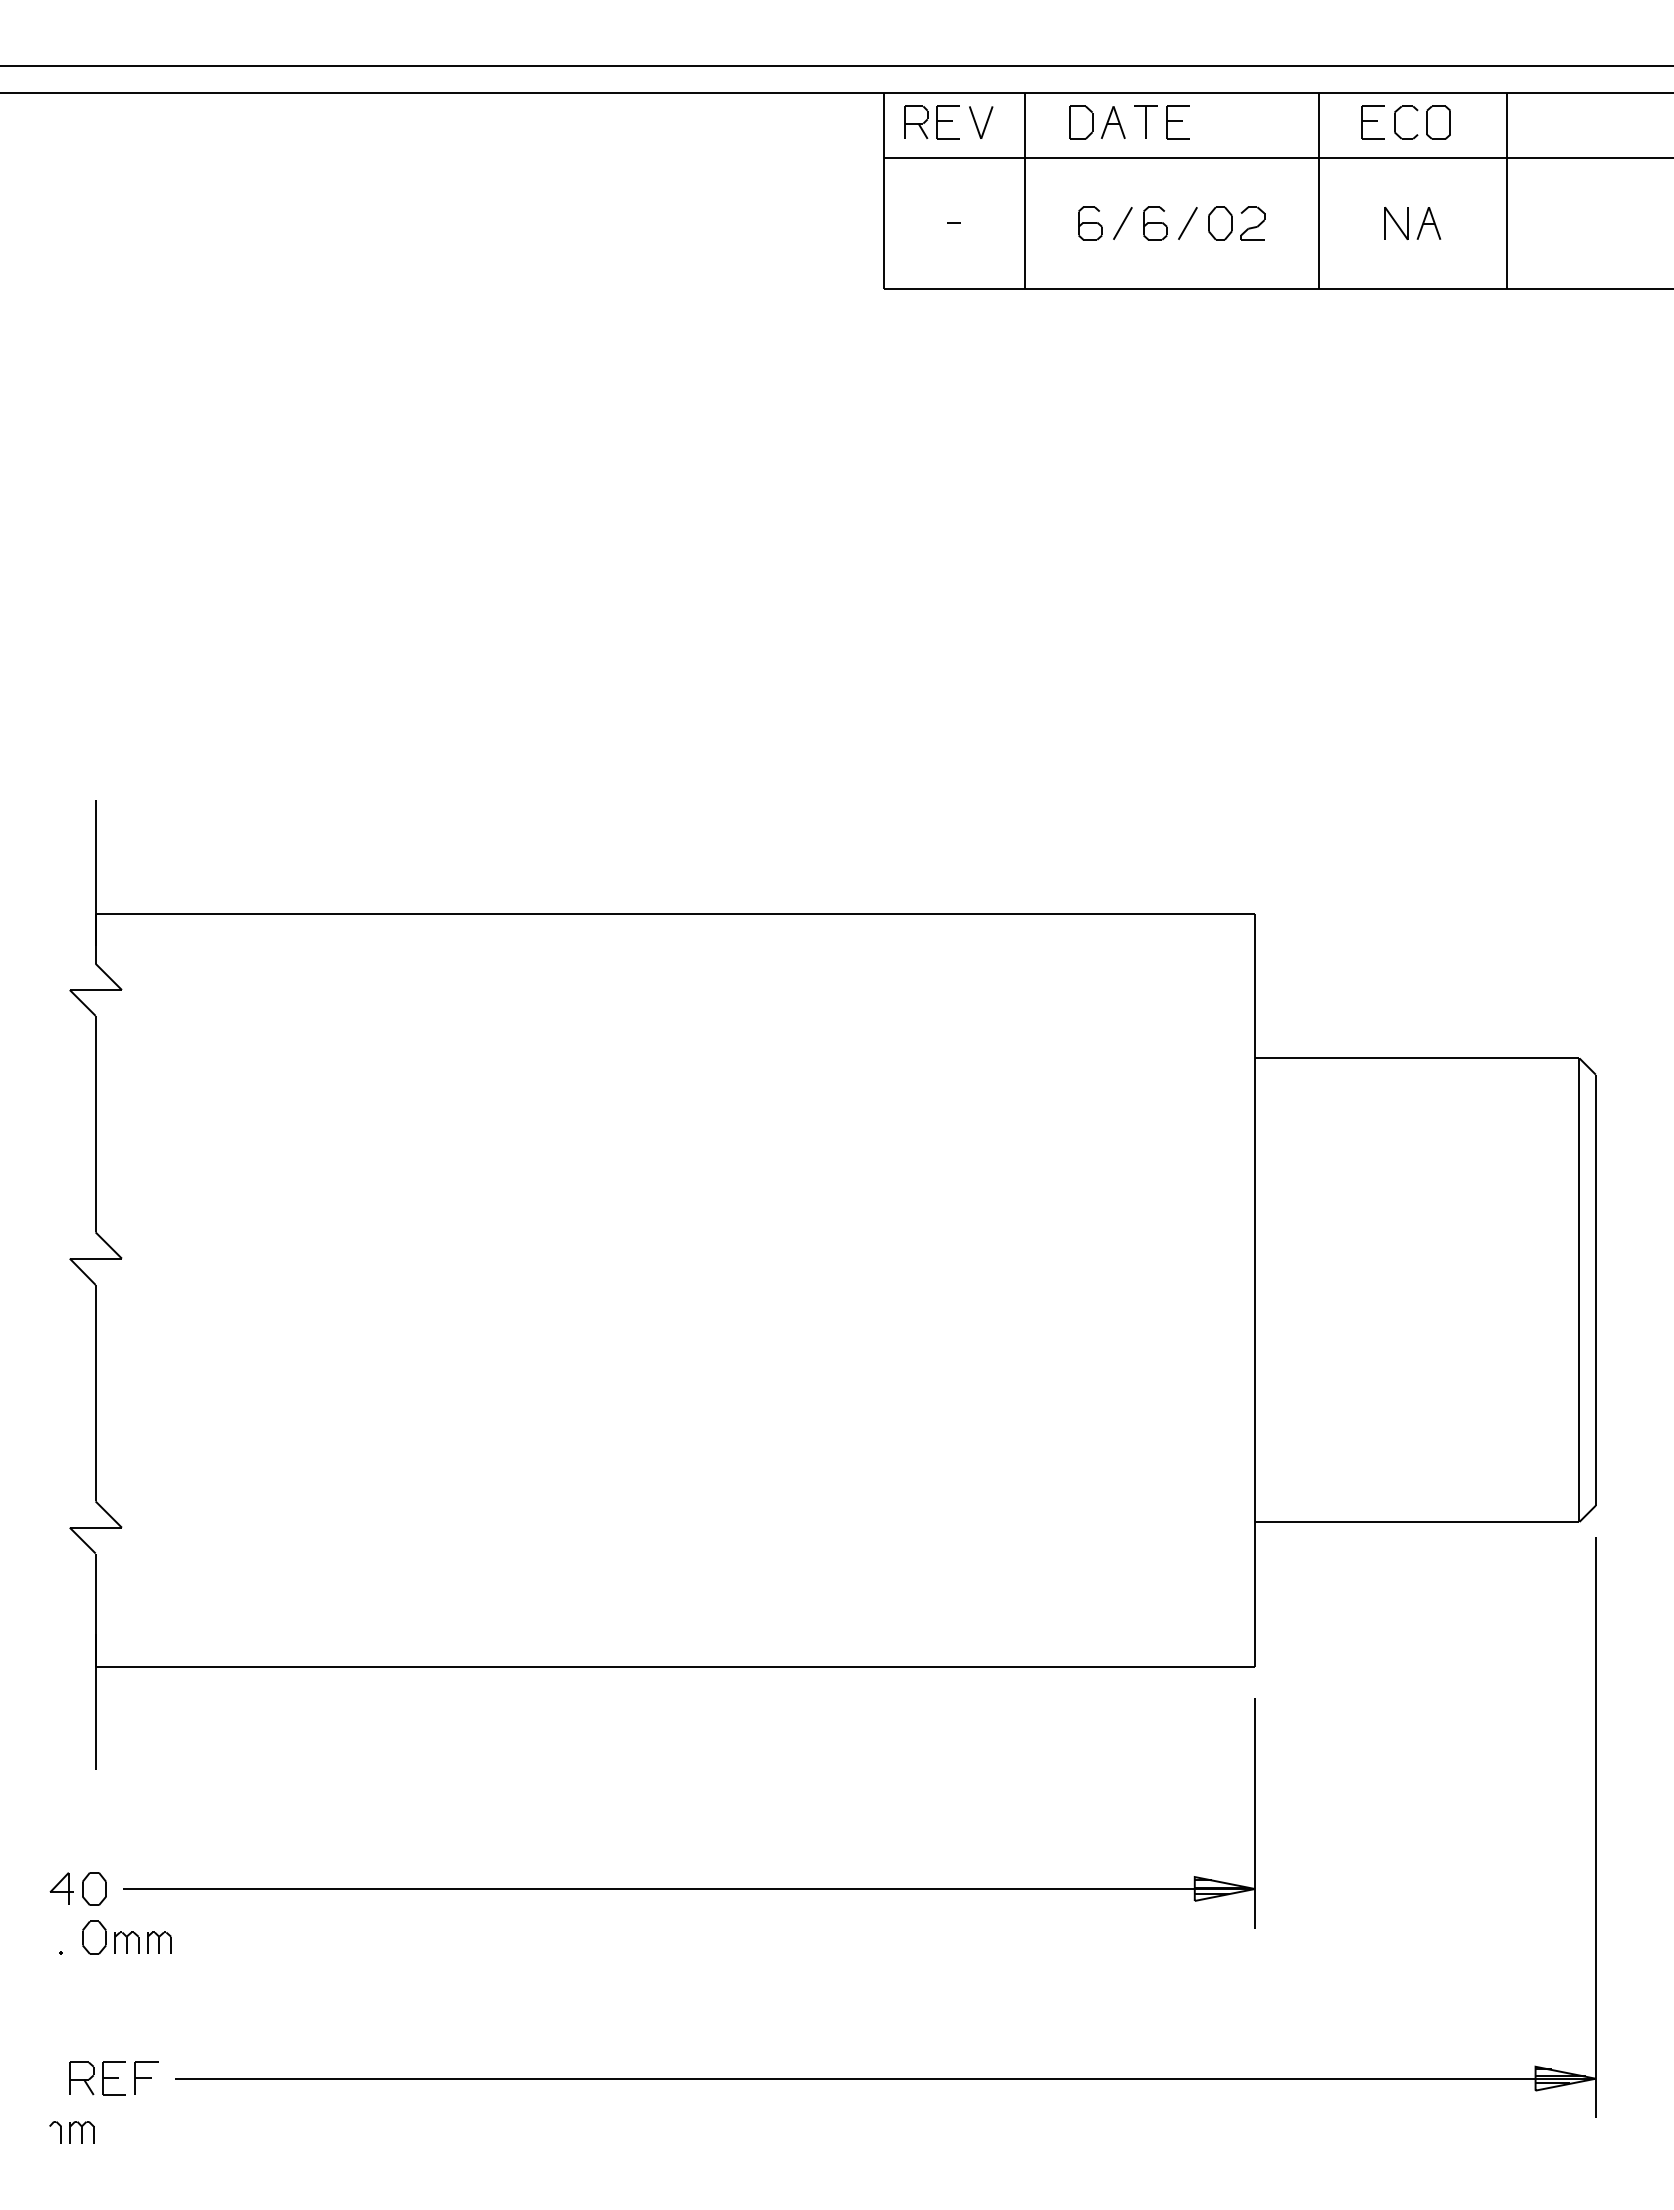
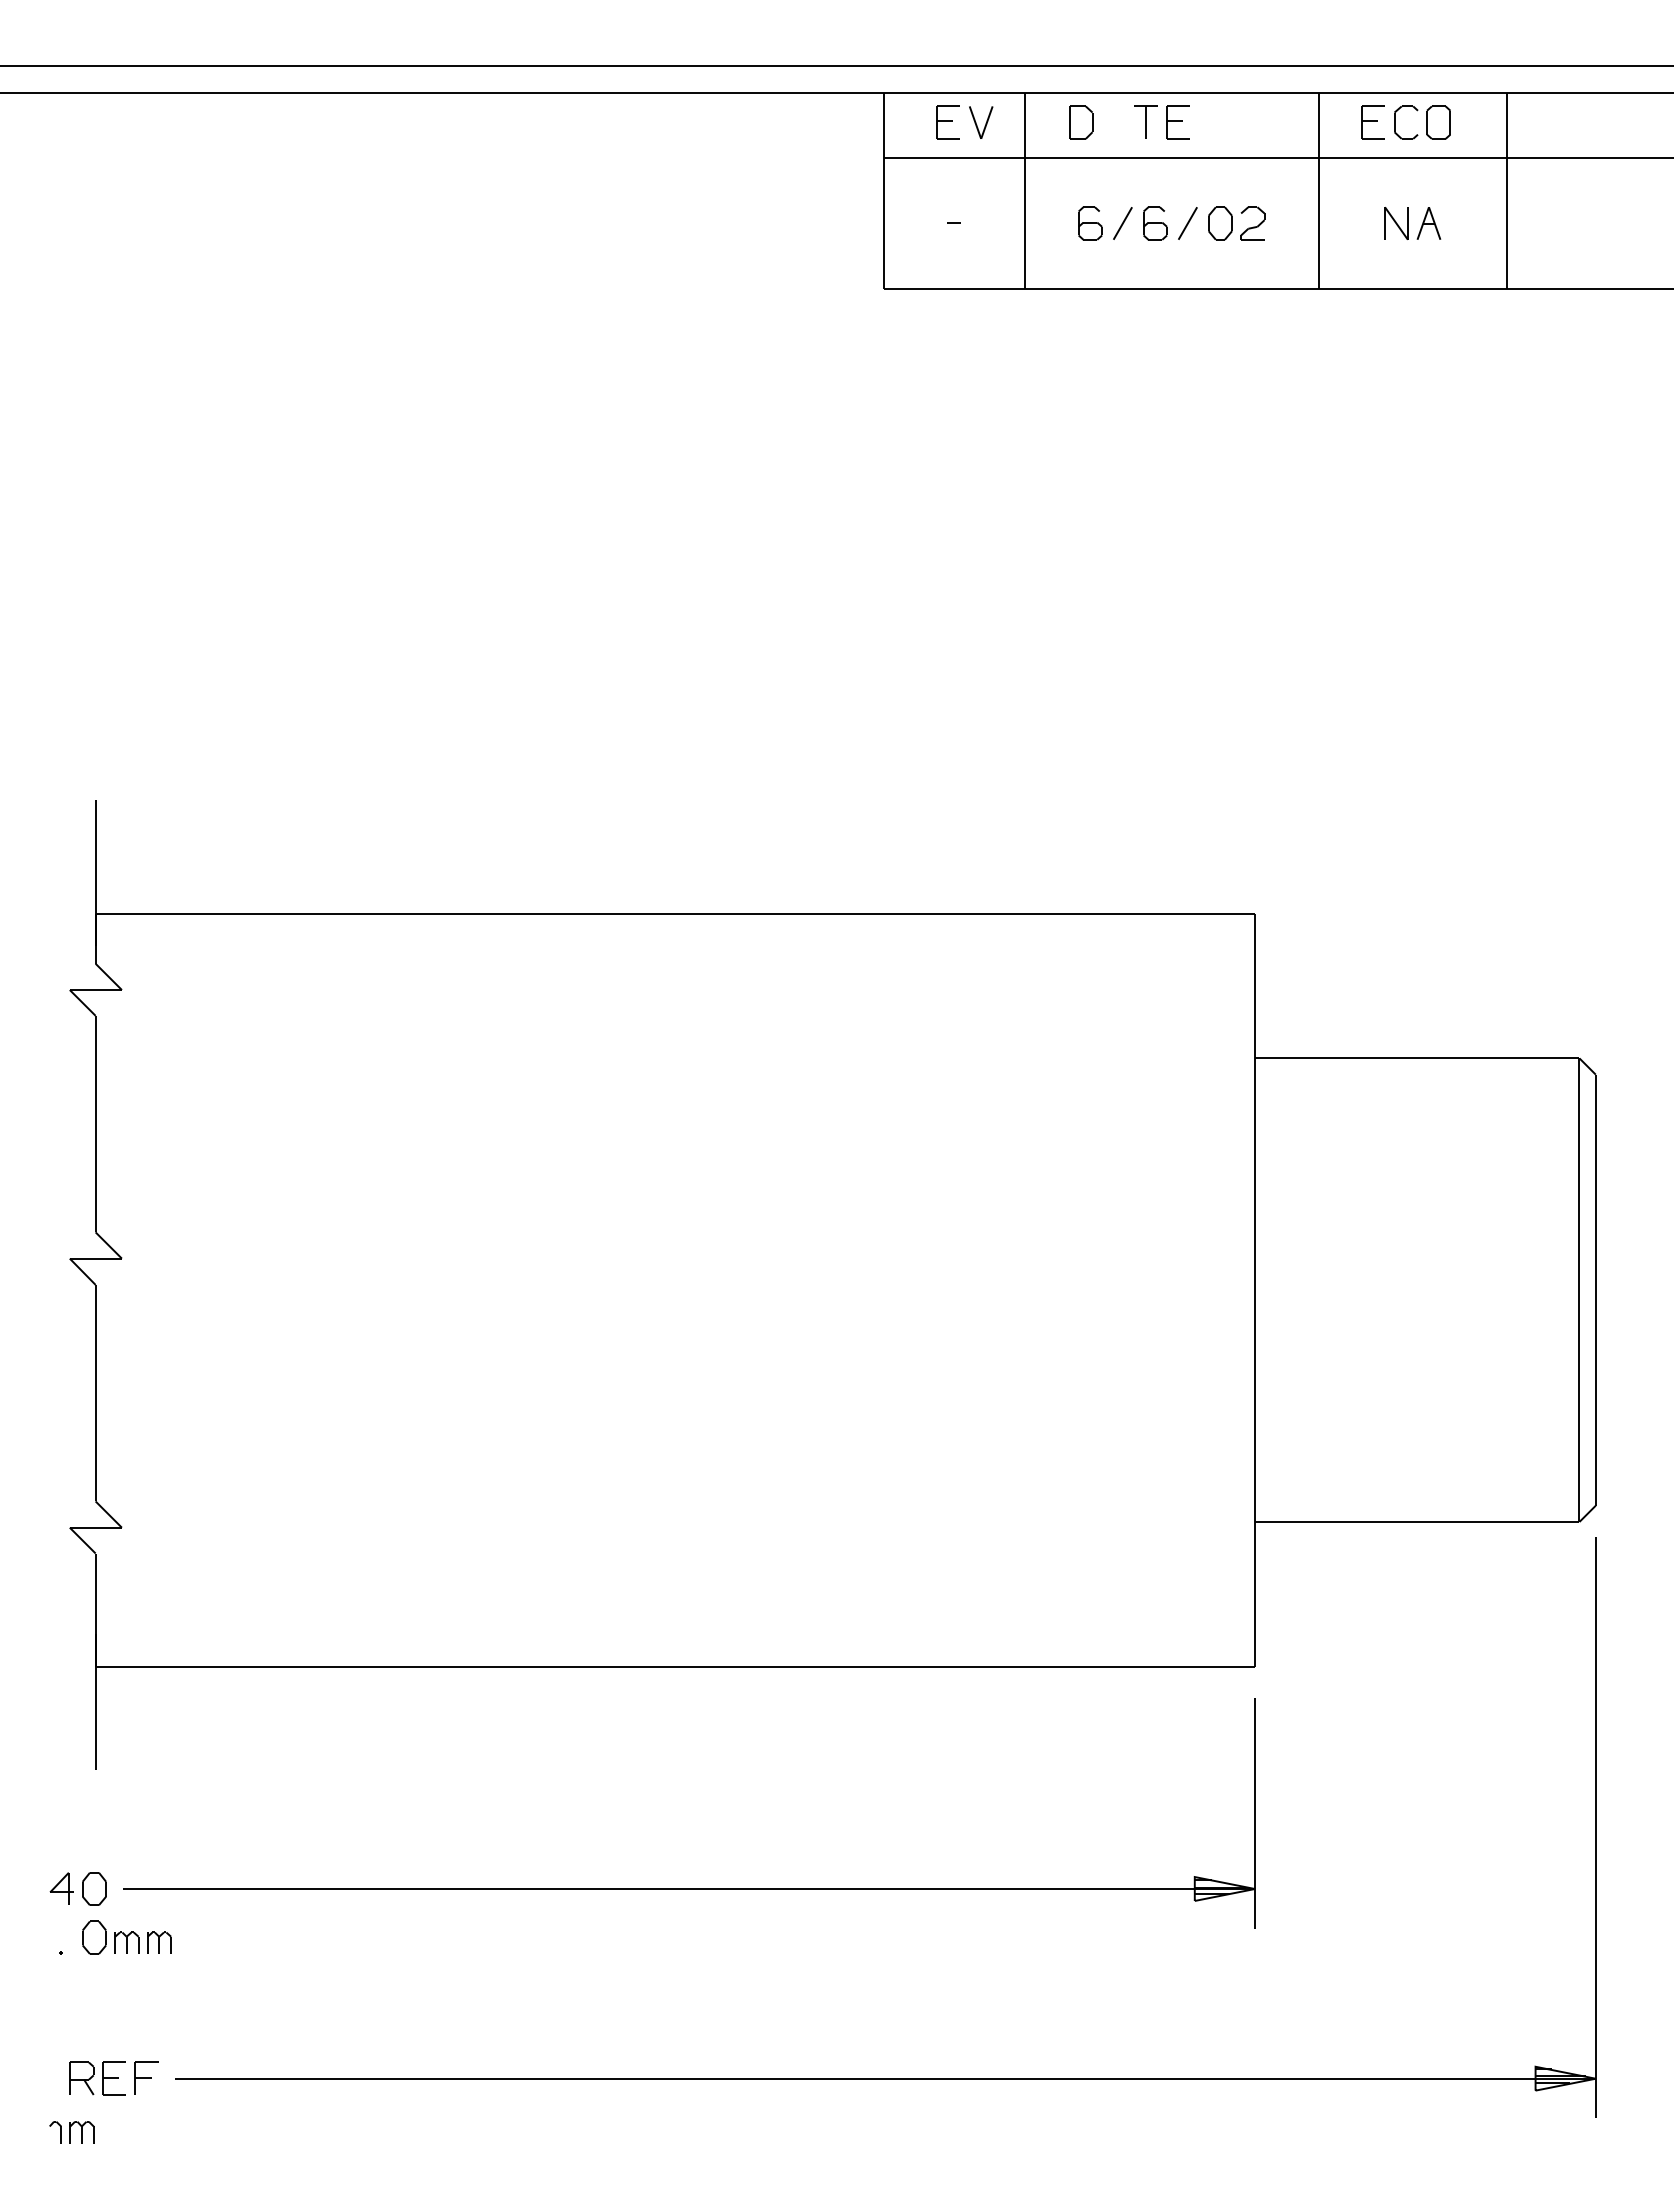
part at (916, 121): present -> none
part at (1113, 122): present -> none
